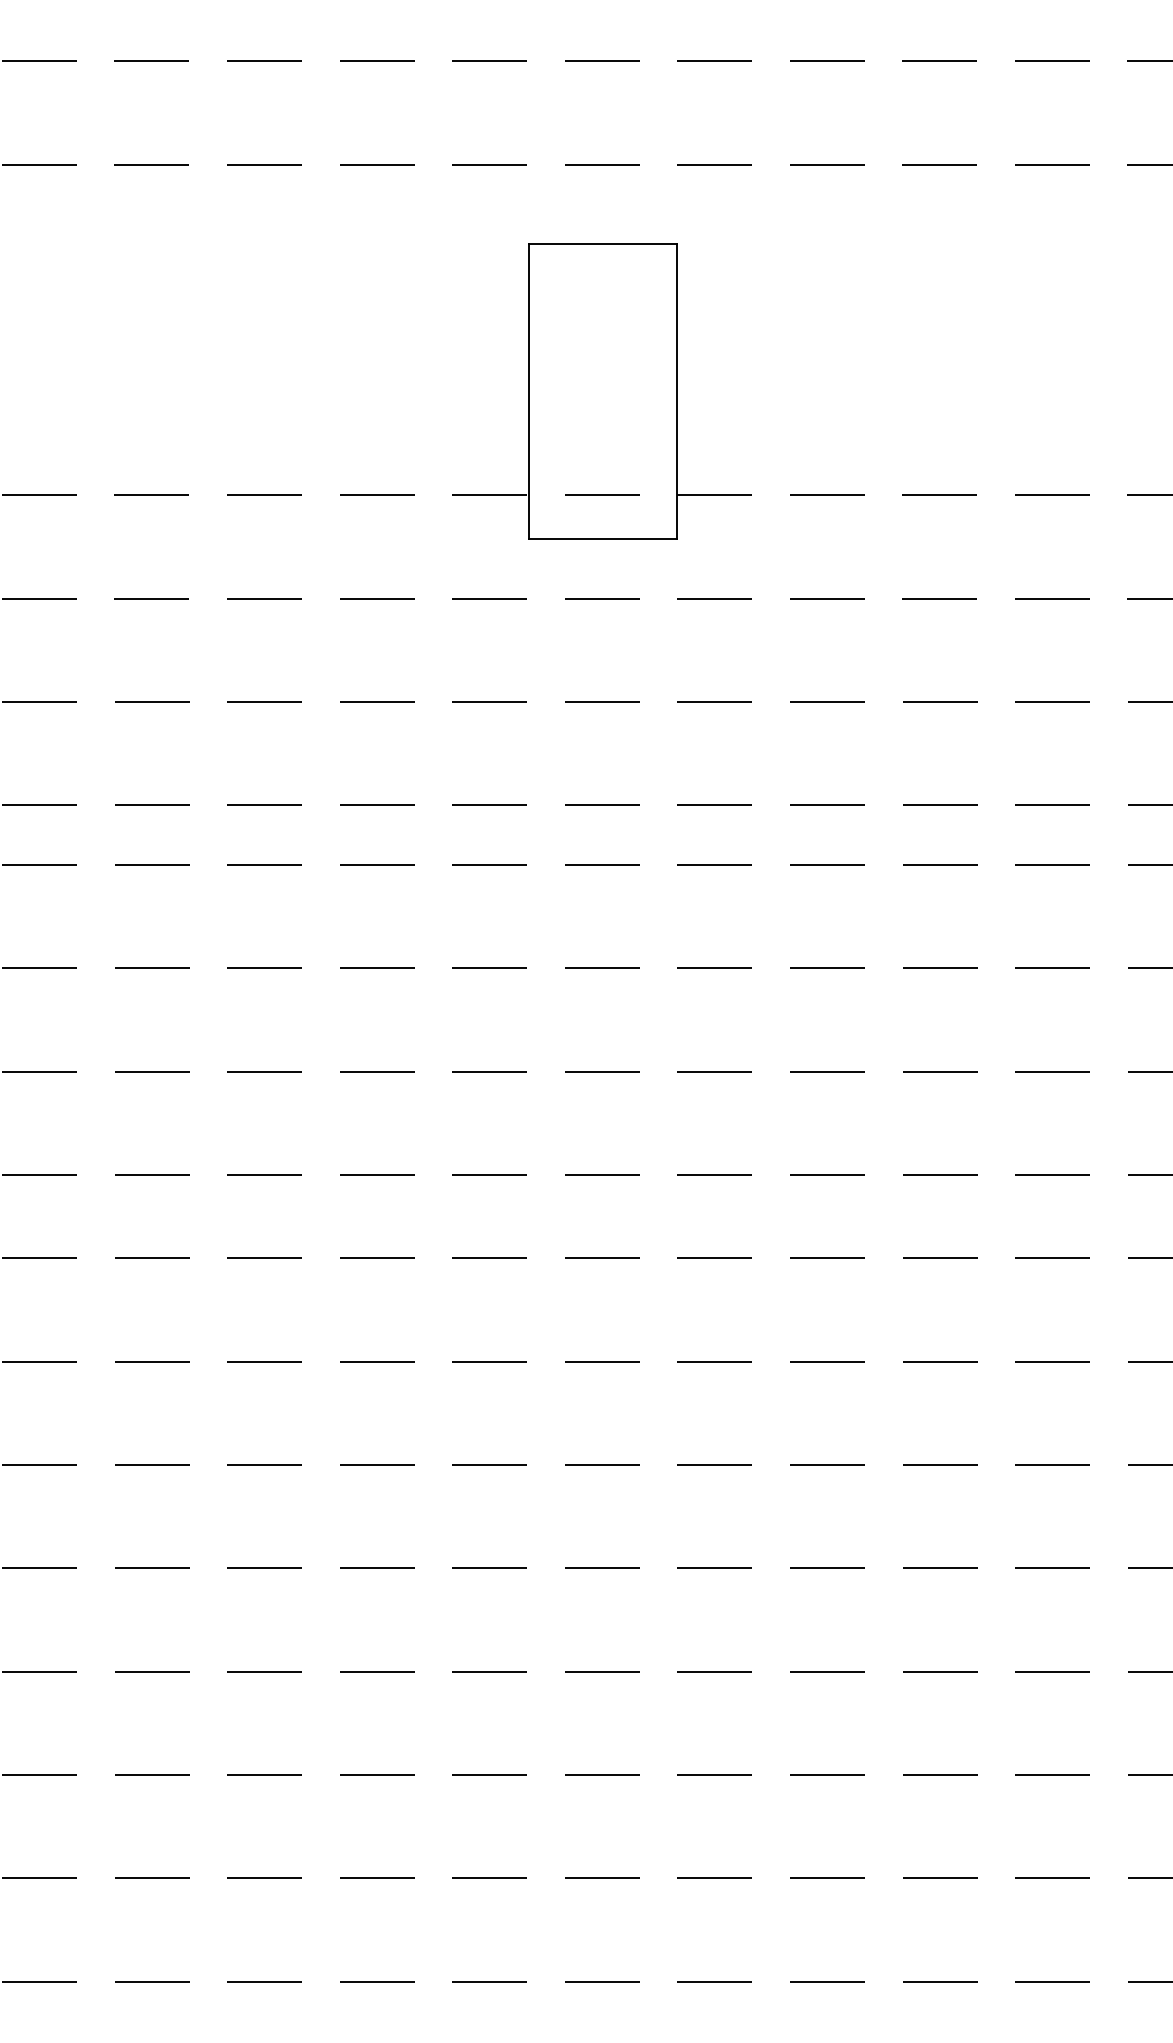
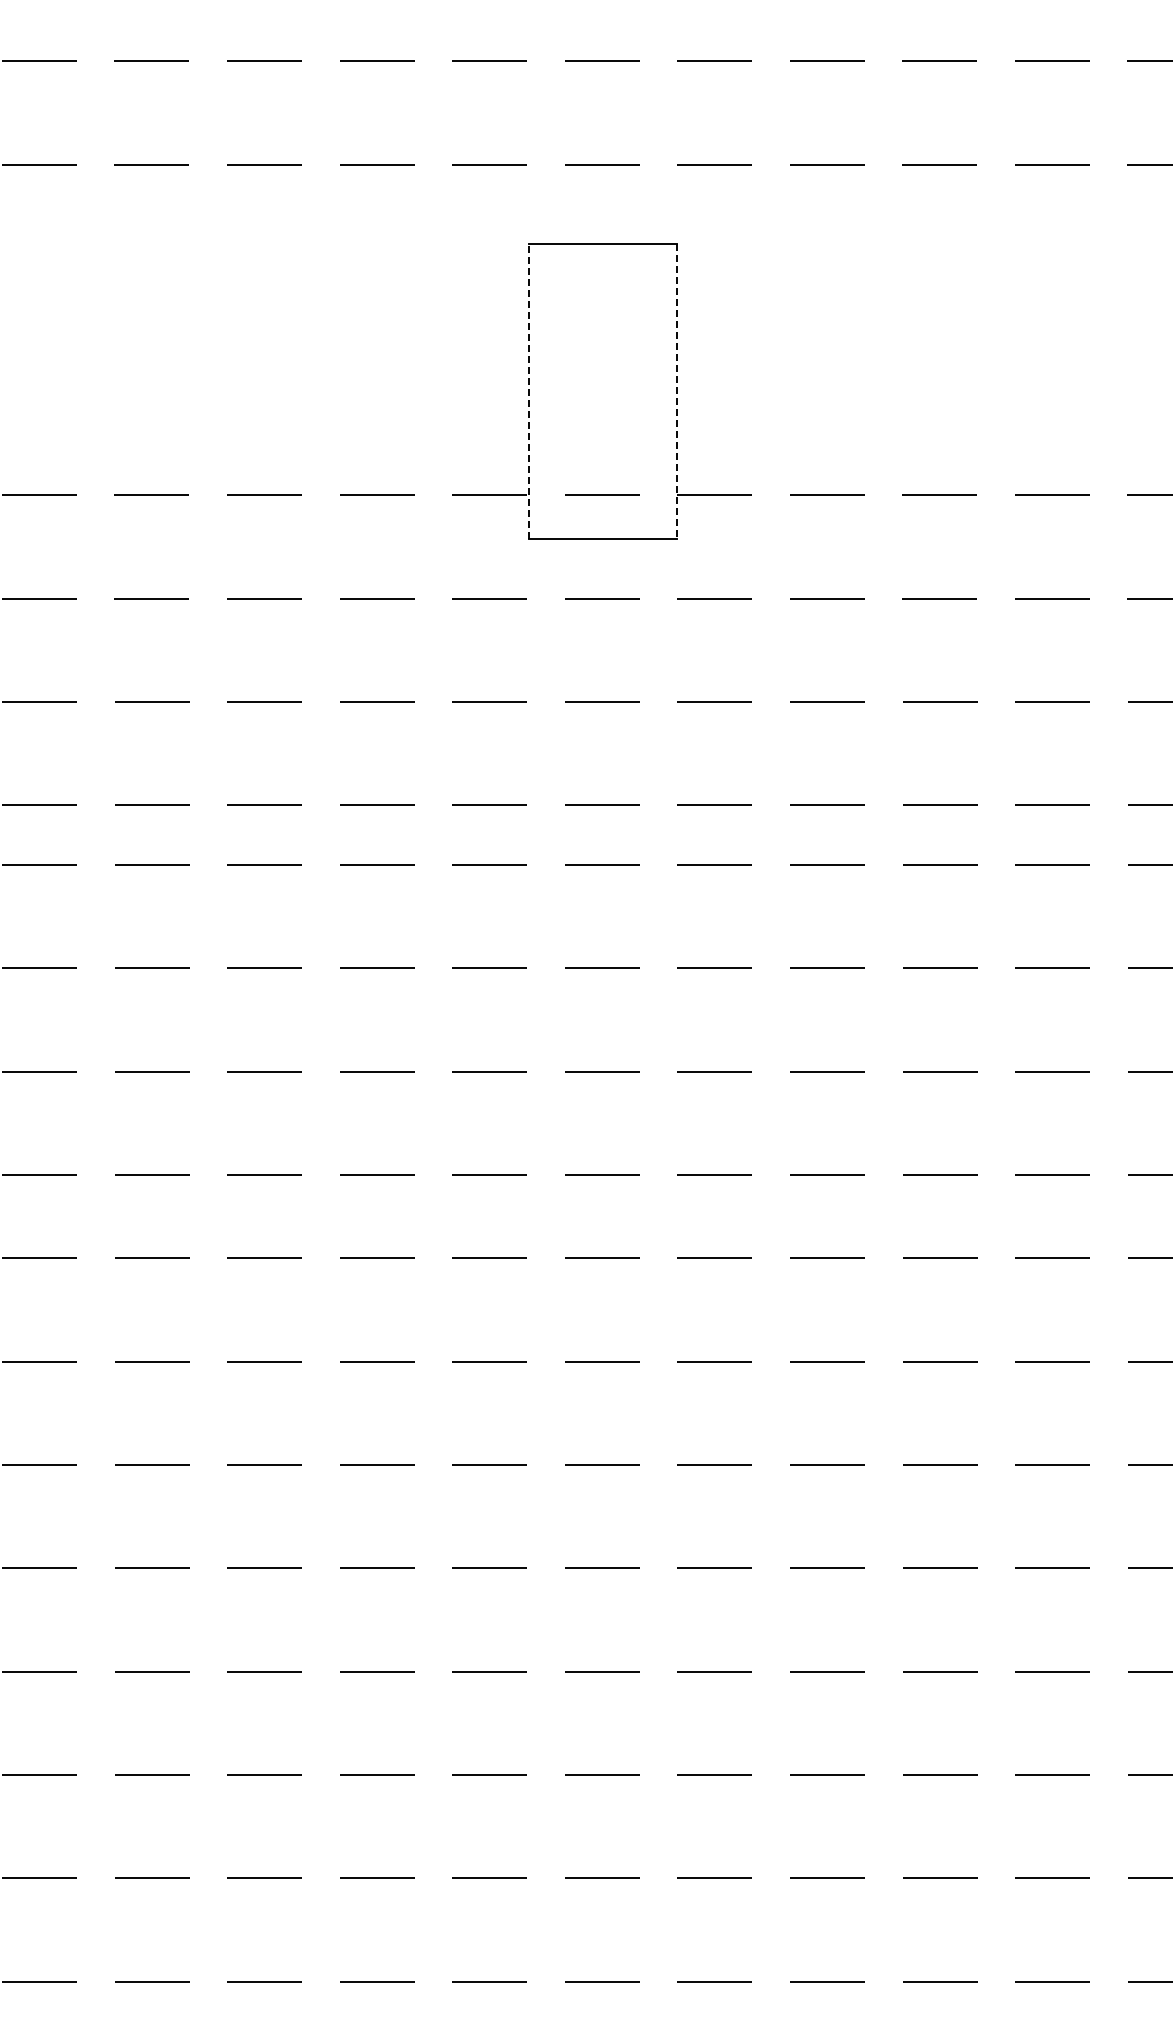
line at (529, 391): solid -> dashed
line at (676, 391): solid -> dashed
